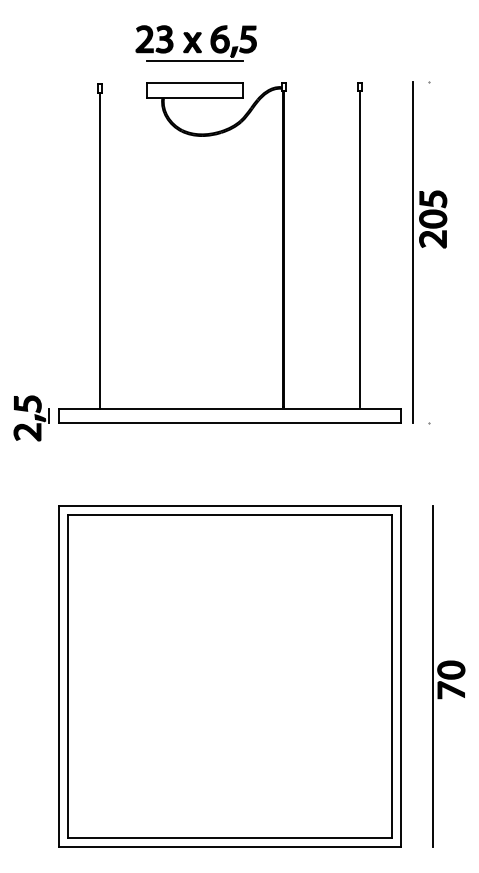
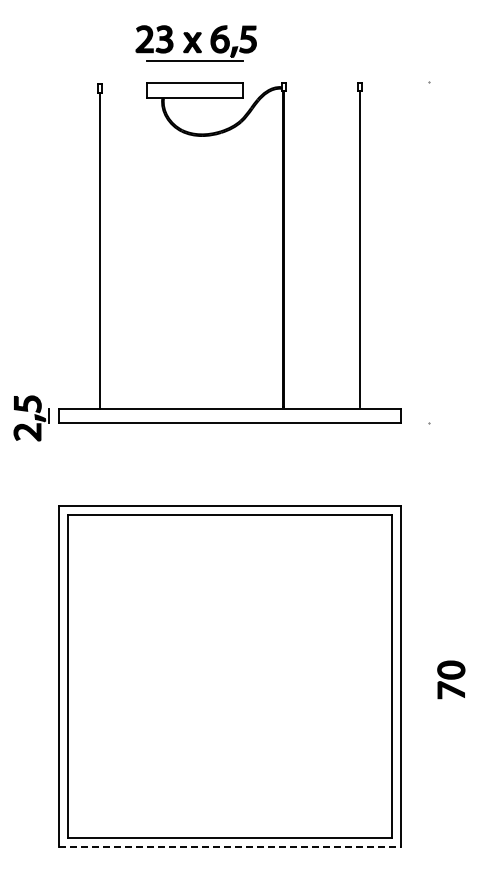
part at (426, 246): present -> none
line at (433, 675): present -> none
line at (230, 846): solid -> dashed
